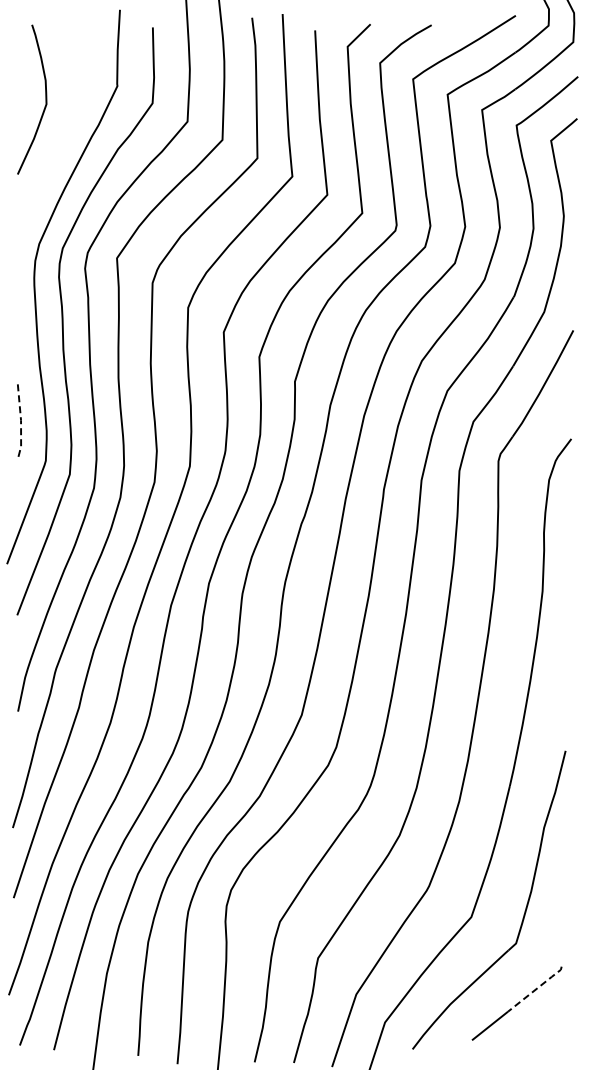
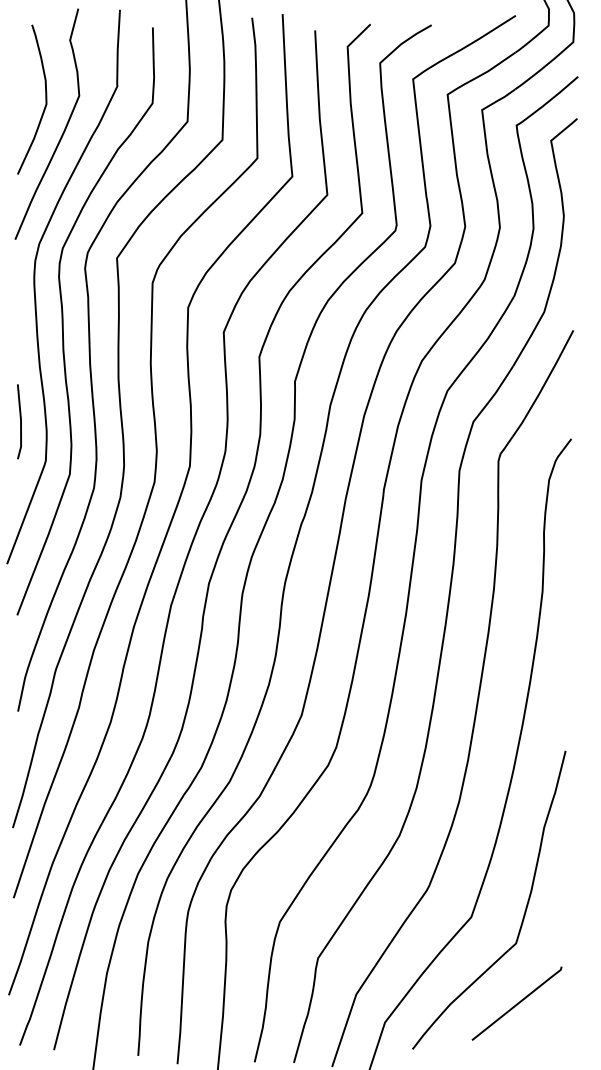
curve at (63, 130): none -> present
line at (21, 422): dashed -> solid
line at (536, 989): dashed -> solid
